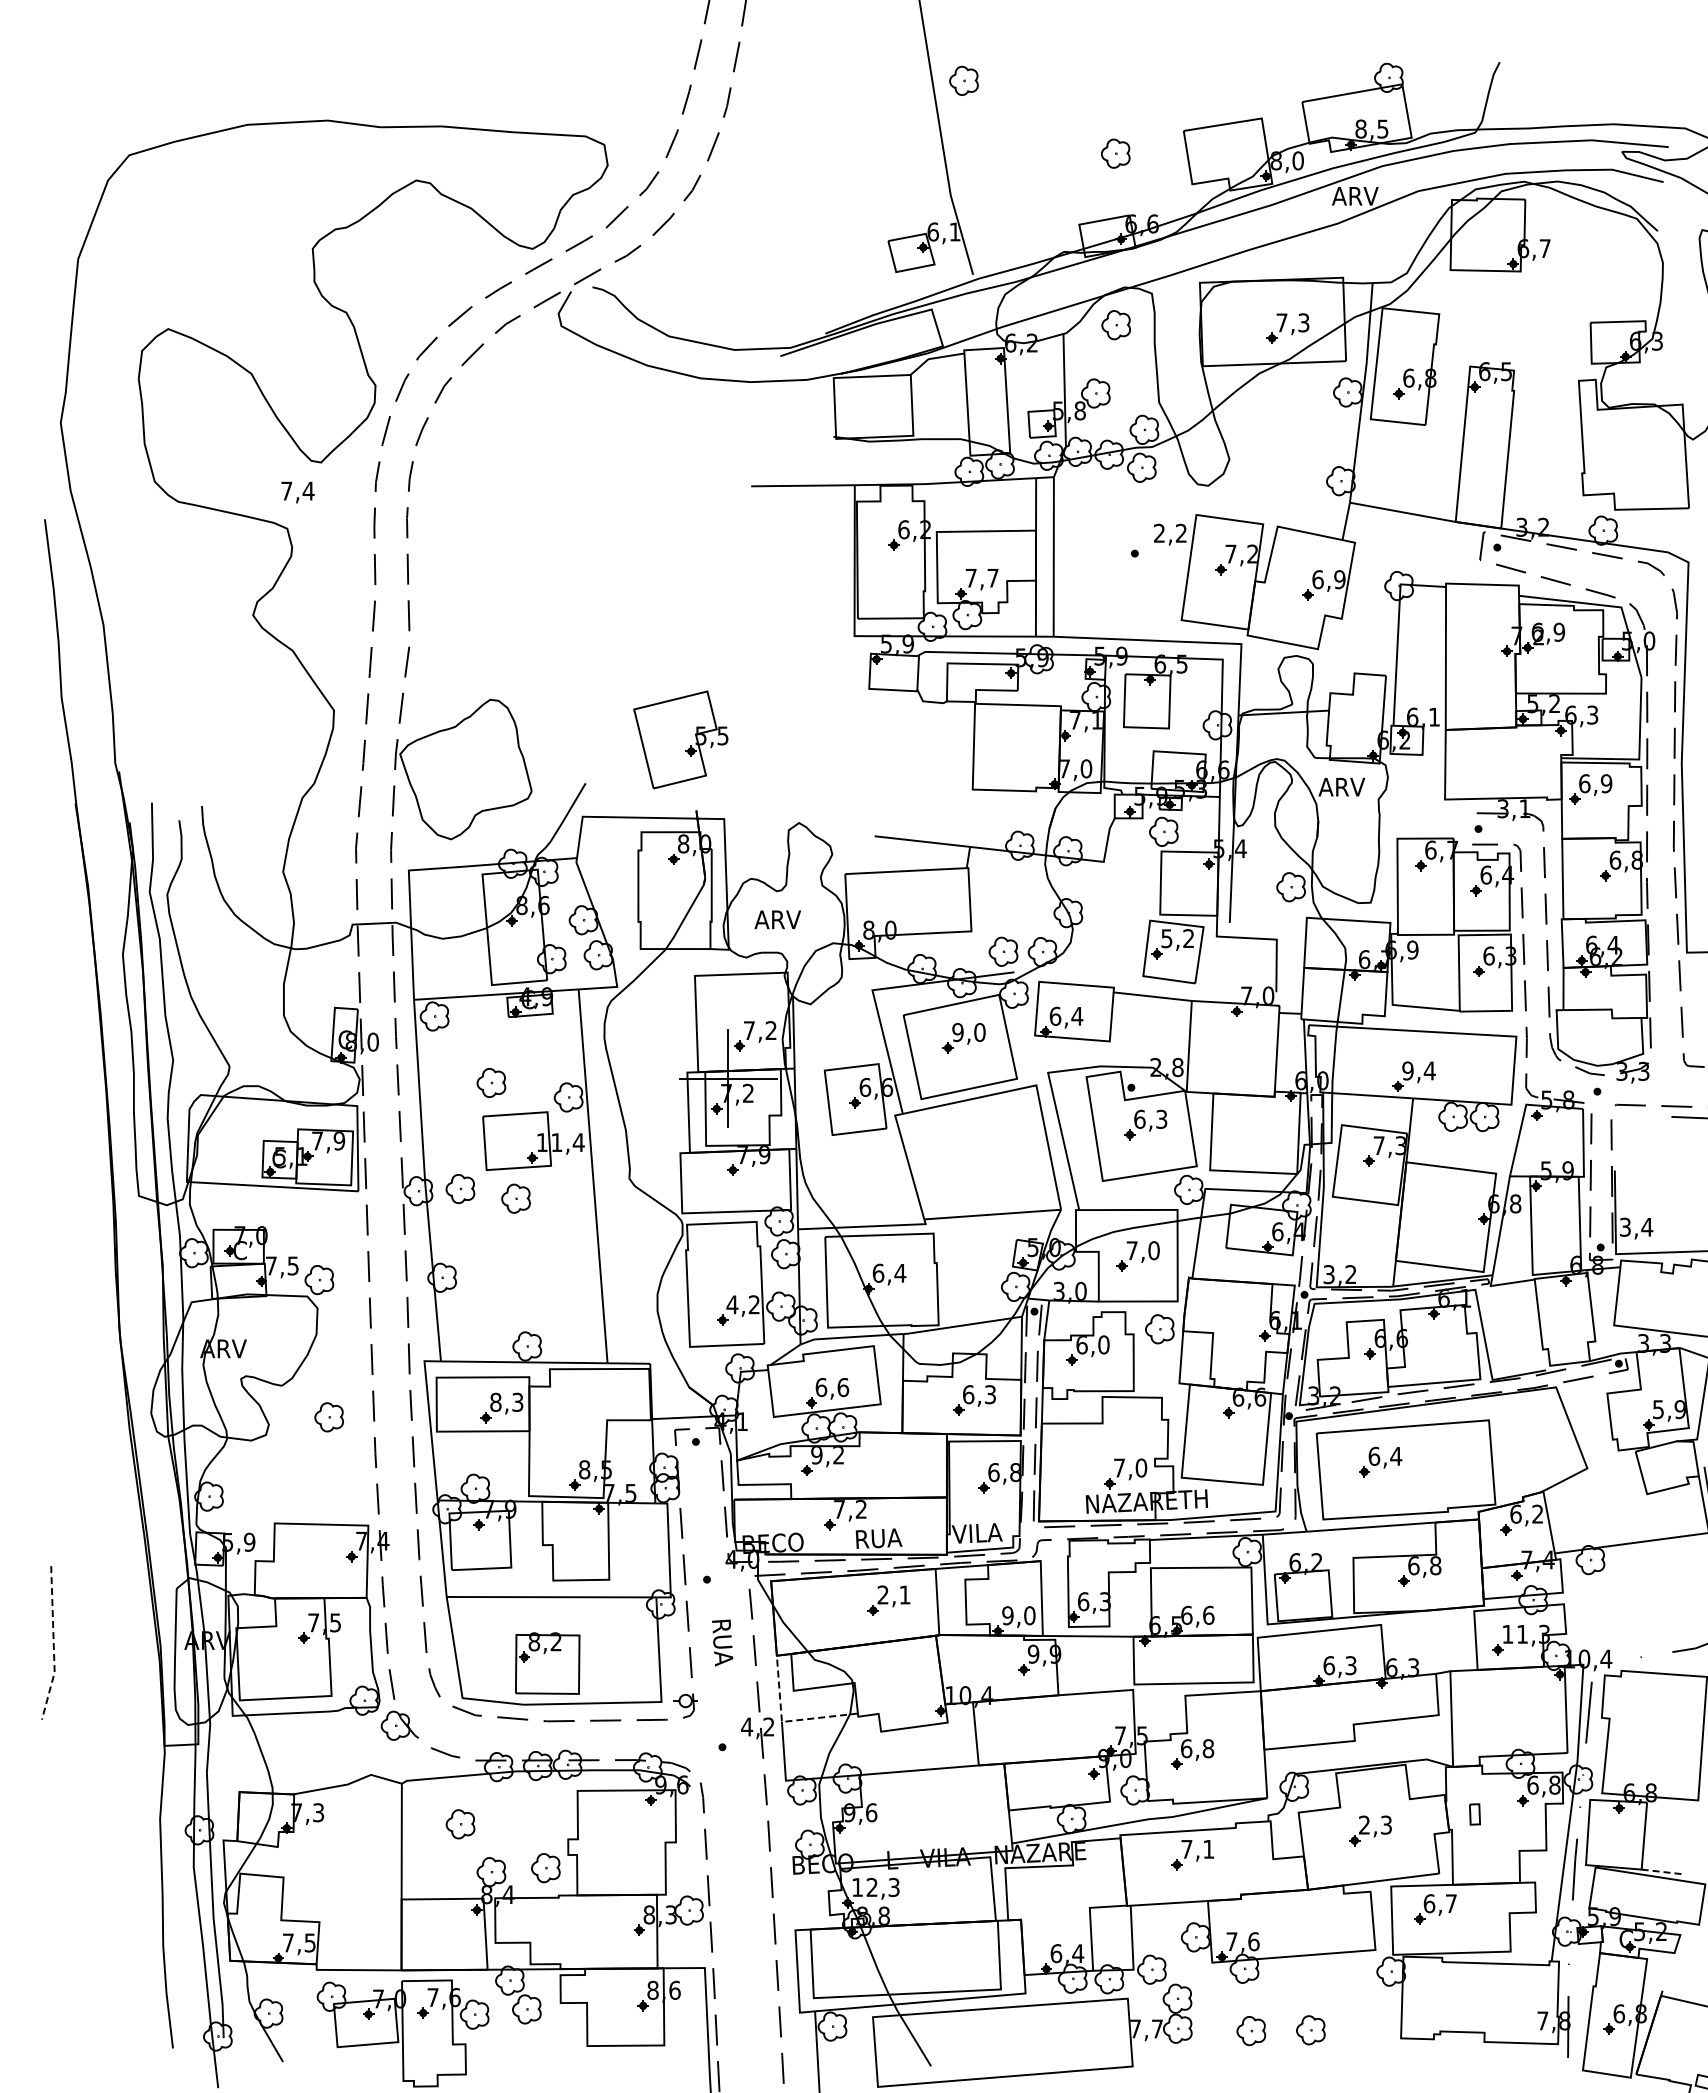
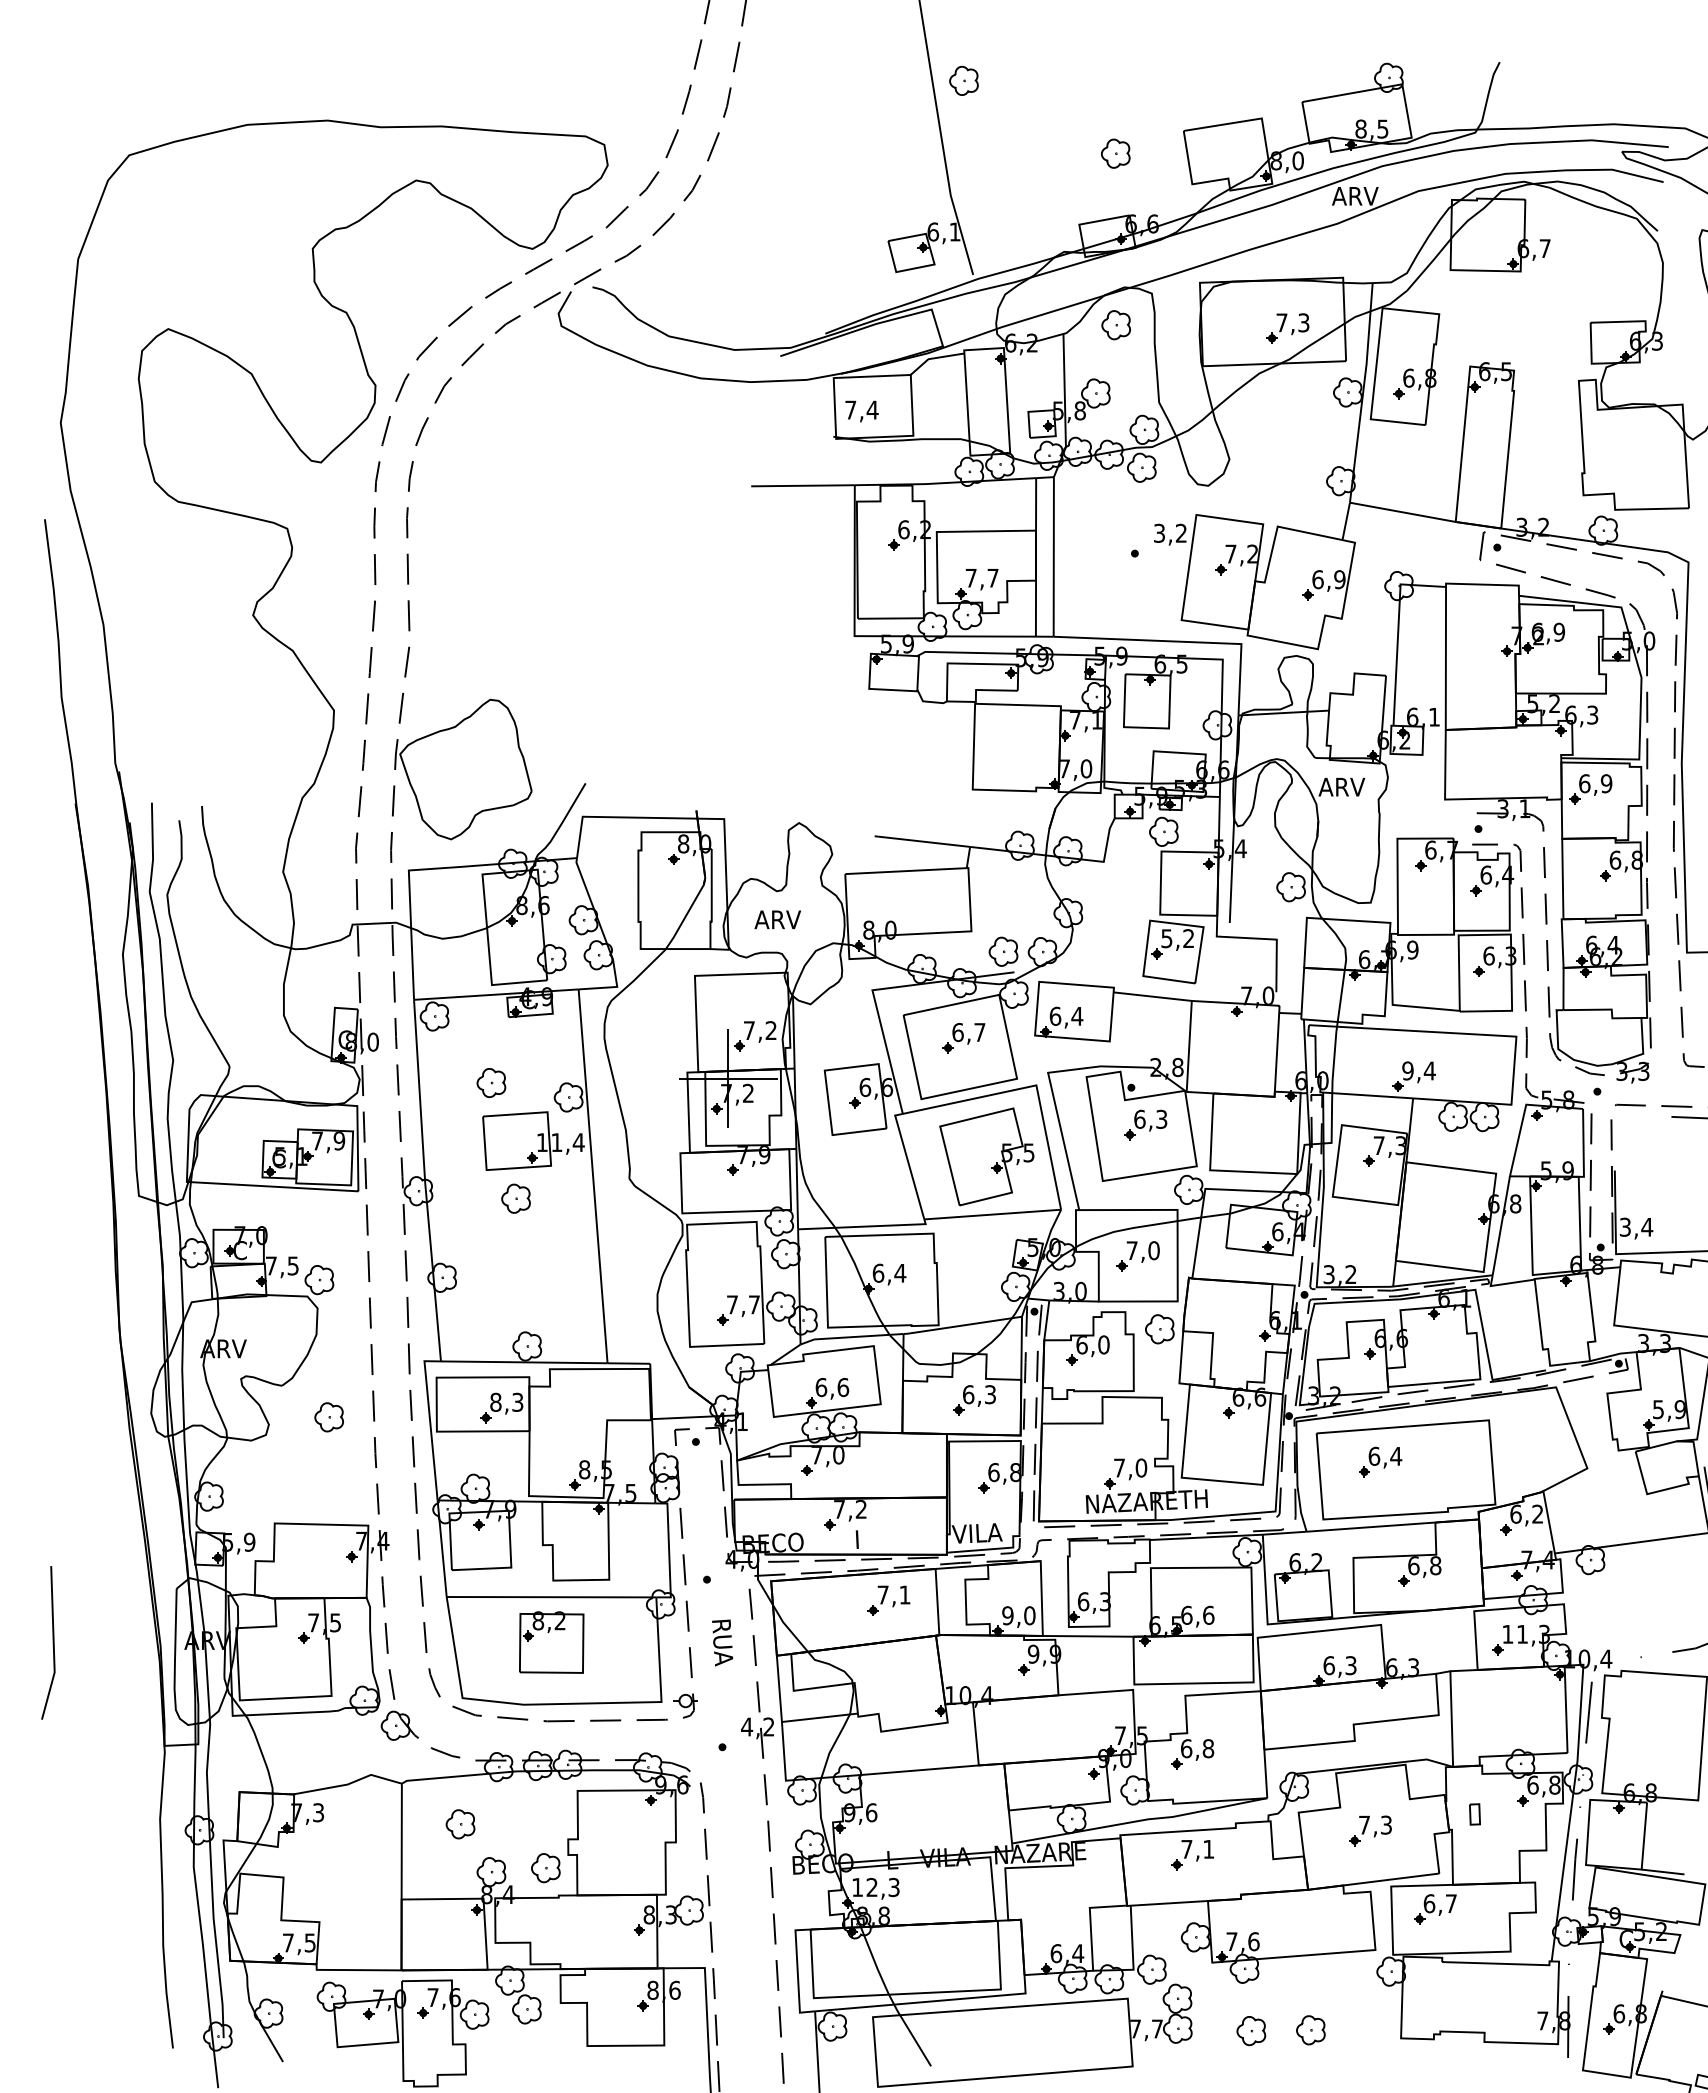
text at (297, 492) position: (297, 492) -> (861, 411)
text at (1159, 533): 2,2 -> 3,2
part at (680, 739) position: (680, 739) -> (986, 1156)
text at (968, 1032): 9,0 -> 6,7
part at (460, 1189): present -> none
text at (742, 1304): 4,2 -> 7,7
text at (827, 1455): 9,2 -> 7,0
text at (880, 1538): RUA -> I
text at (882, 1594): 2,1 -> 7,1
line at (53, 1644): dashed -> solid
part at (547, 1663) position: (547, 1663) -> (551, 1642)
line at (785, 1721): dashed -> solid
text at (1364, 1824): 2,3 -> 7,3
line at (1663, 1872): dashed -> solid
